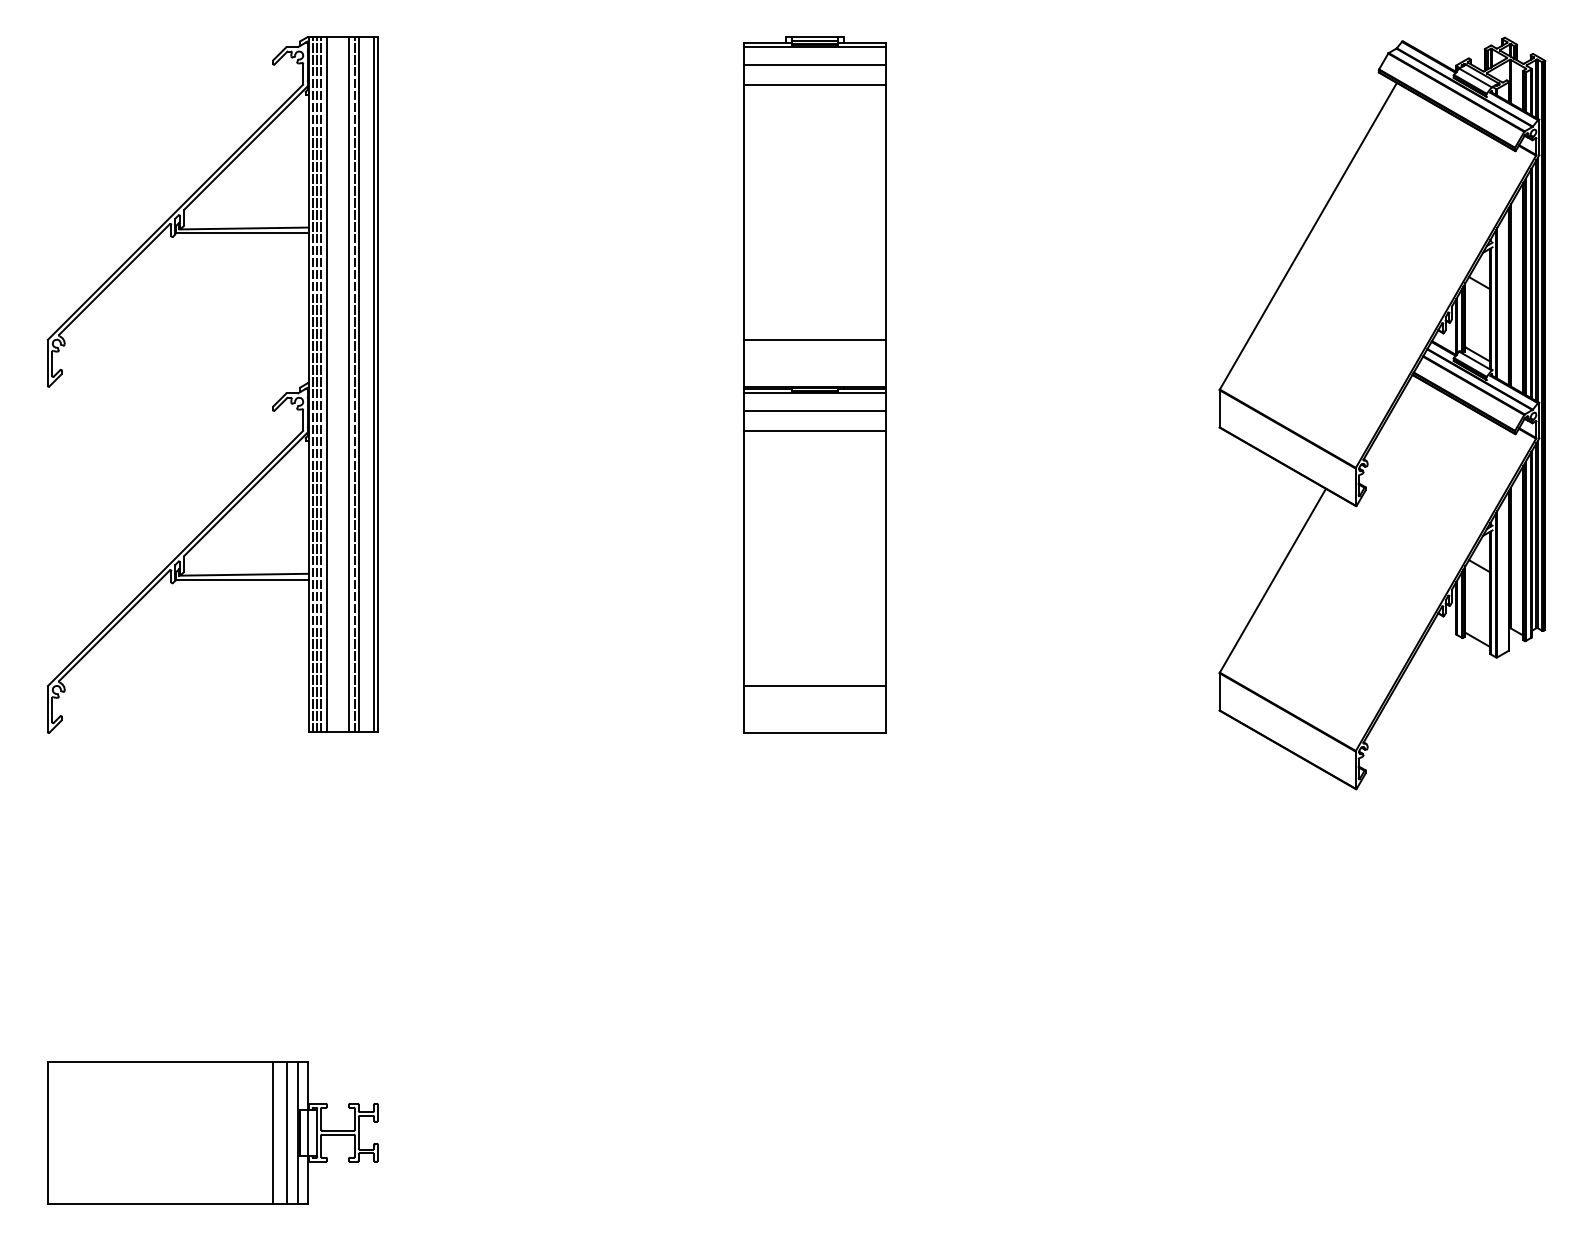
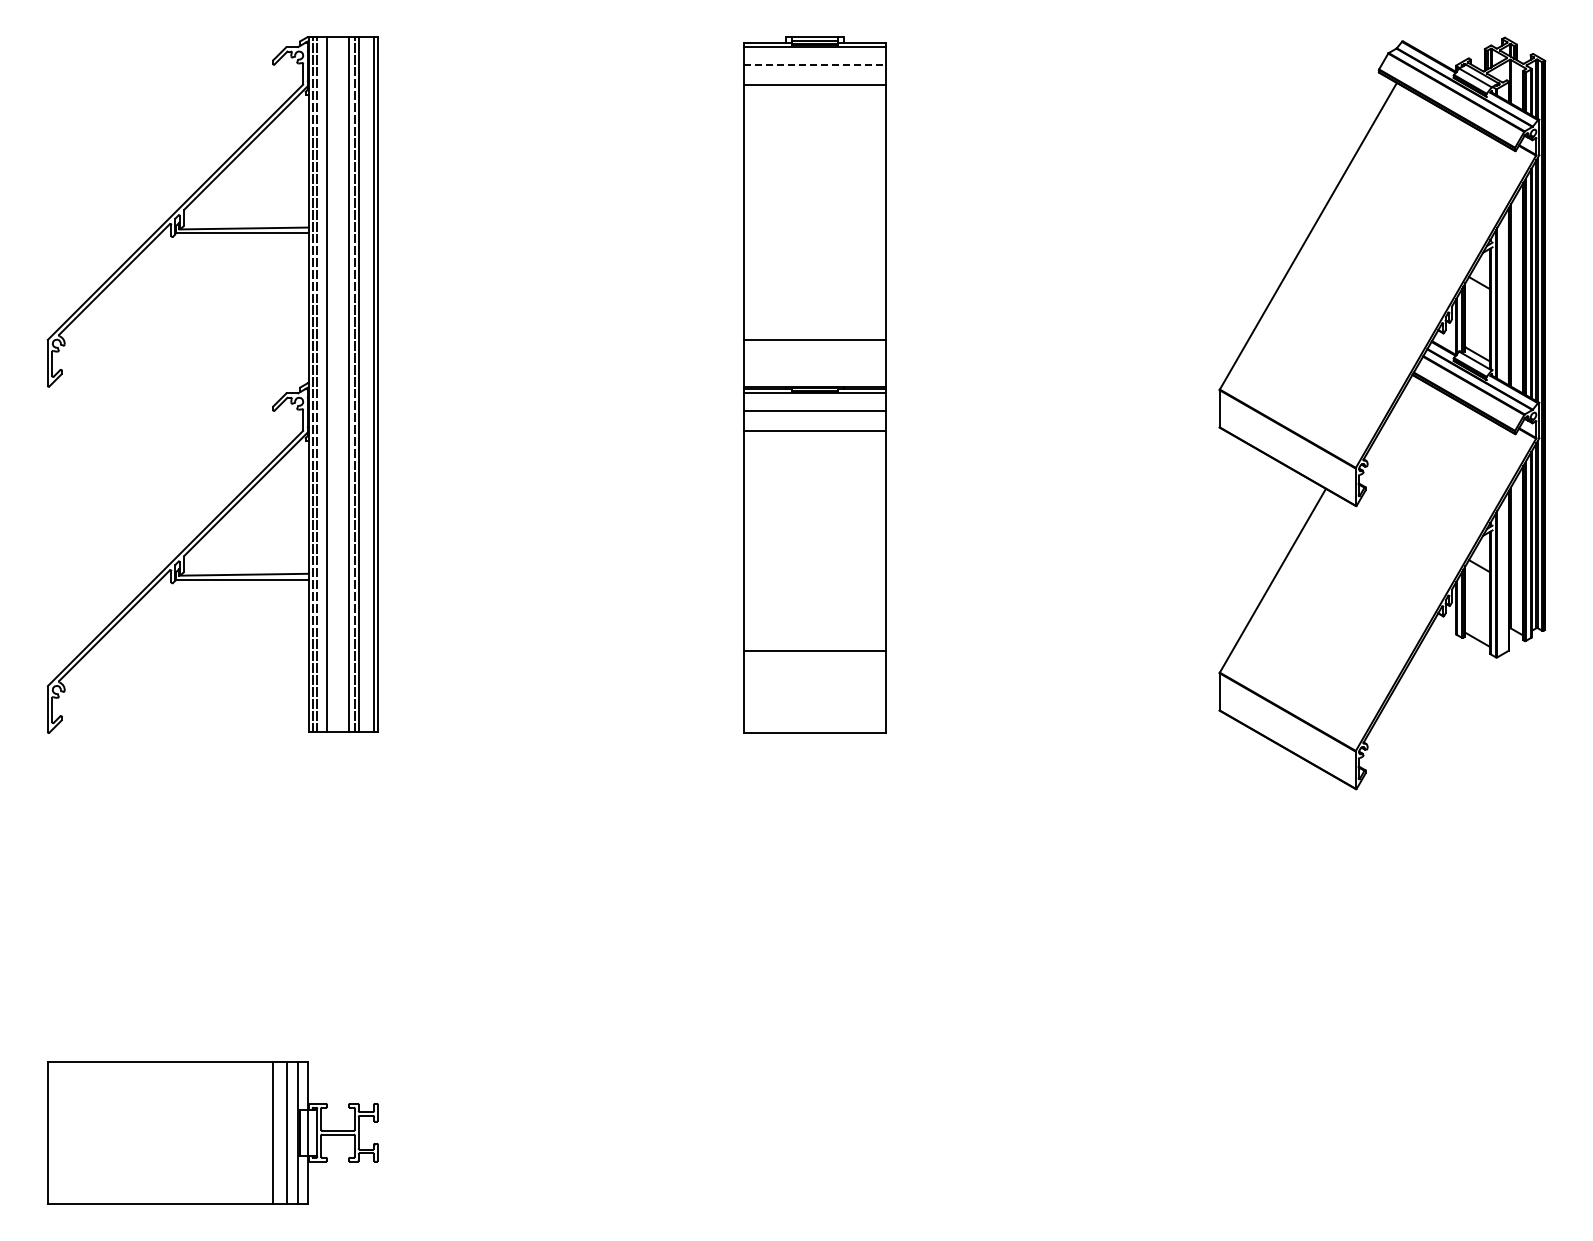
line at (815, 64): solid -> dashed
line at (321, 384): present -> none
line at (814, 686) position: (814, 686) -> (814, 651)
